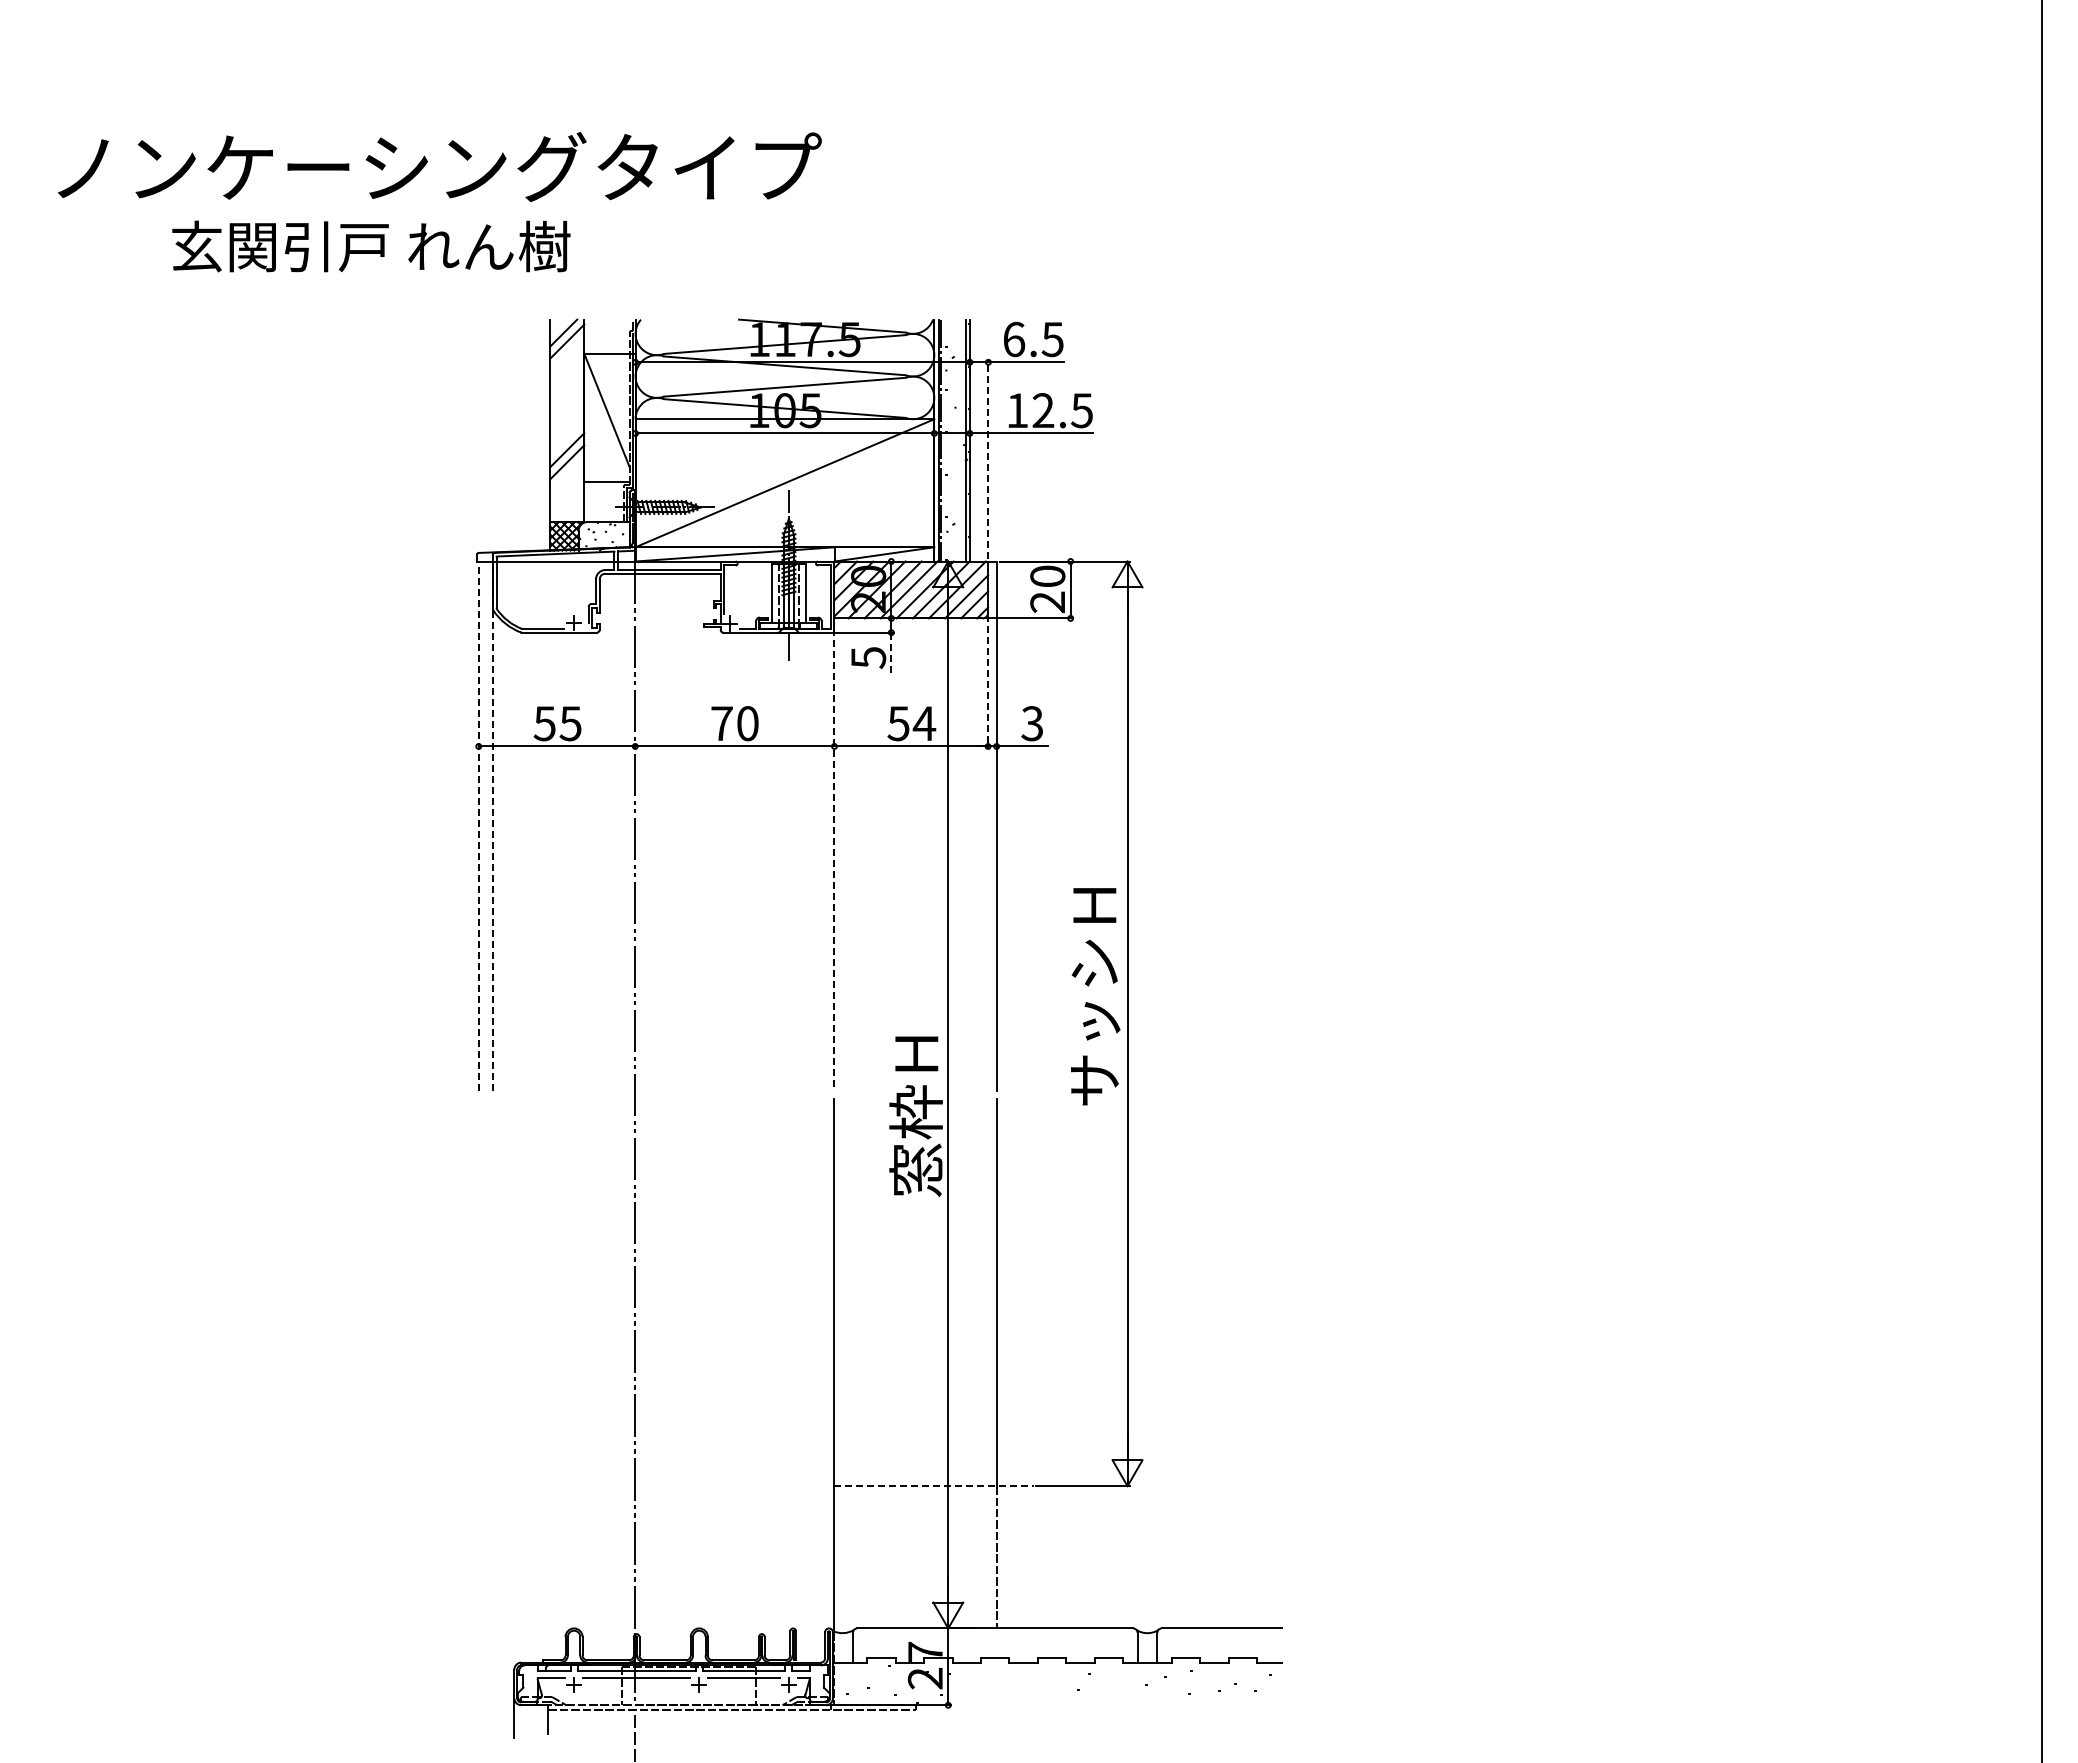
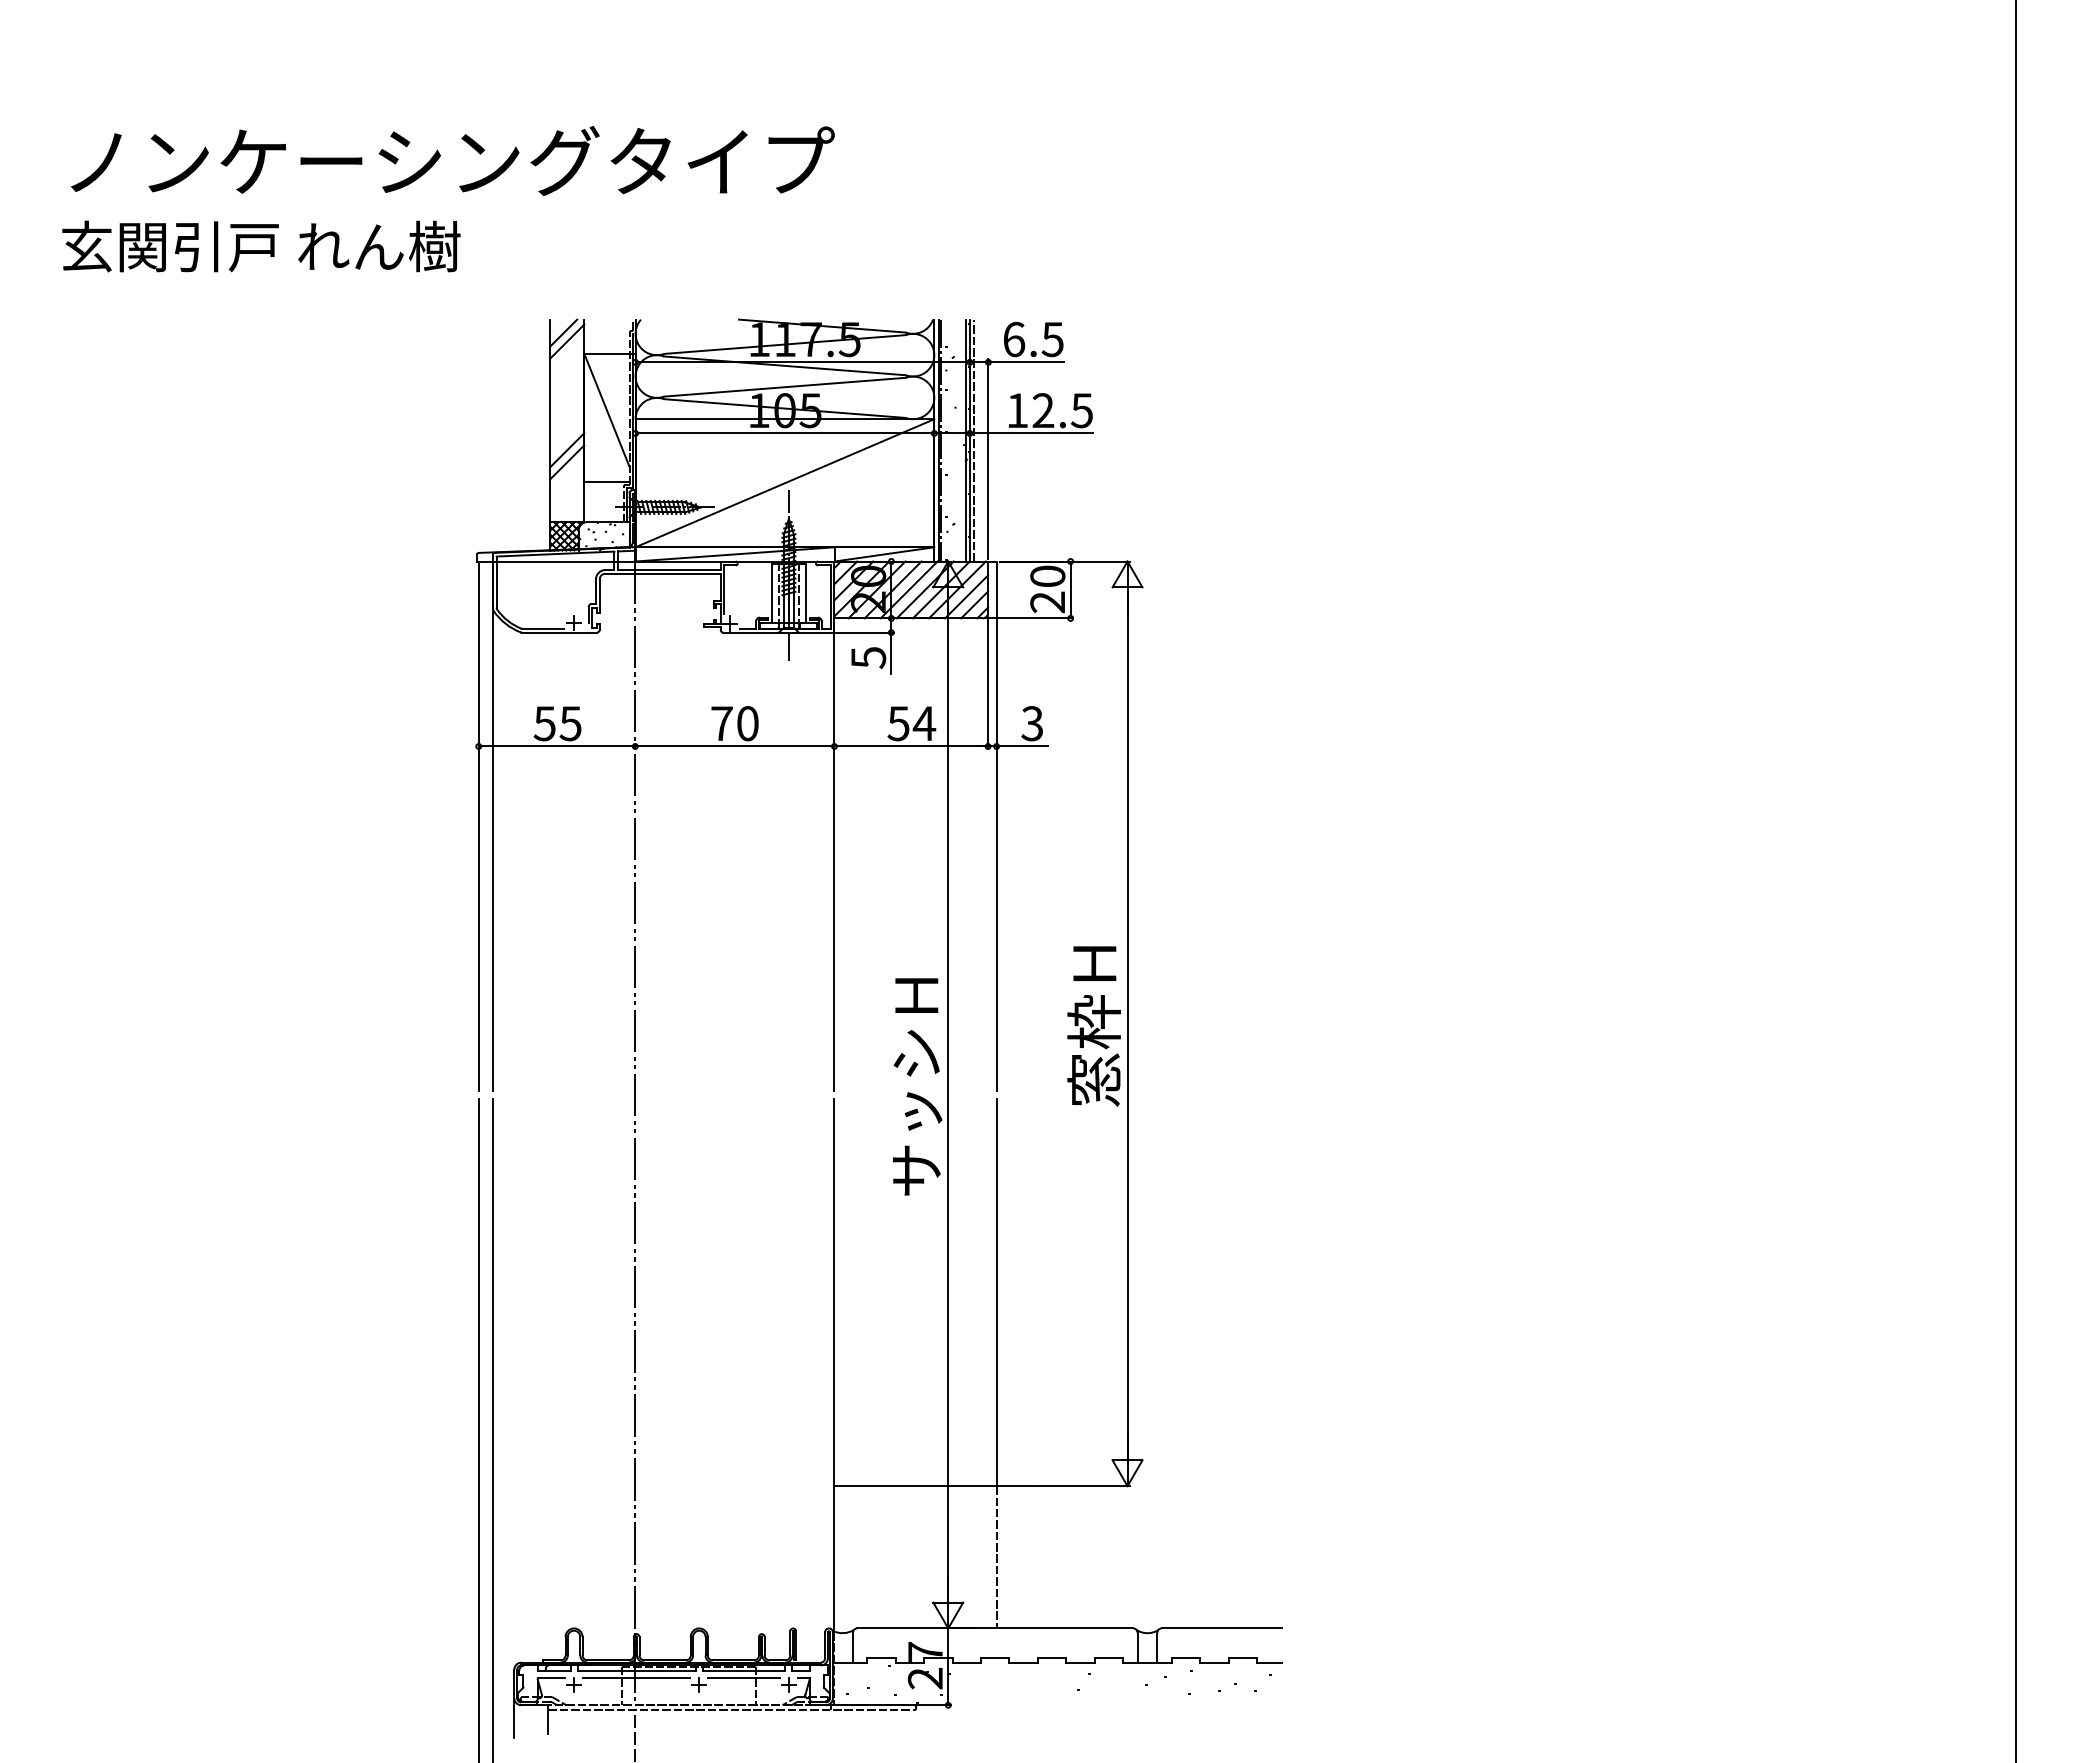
text at (439, 166) position: (439, 166) -> (452, 160)
text at (371, 246) position: (371, 246) -> (261, 246)
line at (974, 440): none -> present
line at (988, 459): dashed -> solid
line at (891, 653): dashed -> solid
line at (988, 682): dashed -> solid
line at (478, 826): dashed -> solid
line at (492, 826): dashed -> solid
line at (834, 854): dashed -> solid
line at (2041, 880) position: (2041, 880) -> (2015, 880)
text at (1093, 997): サッシＨ -> 窓枠Ｈ
text at (915, 1087): 窓枠Ｈ -> サッシＨ
line at (478, 1429): none -> present
line at (492, 1429): none -> present
line at (934, 1486): dashed -> solid
